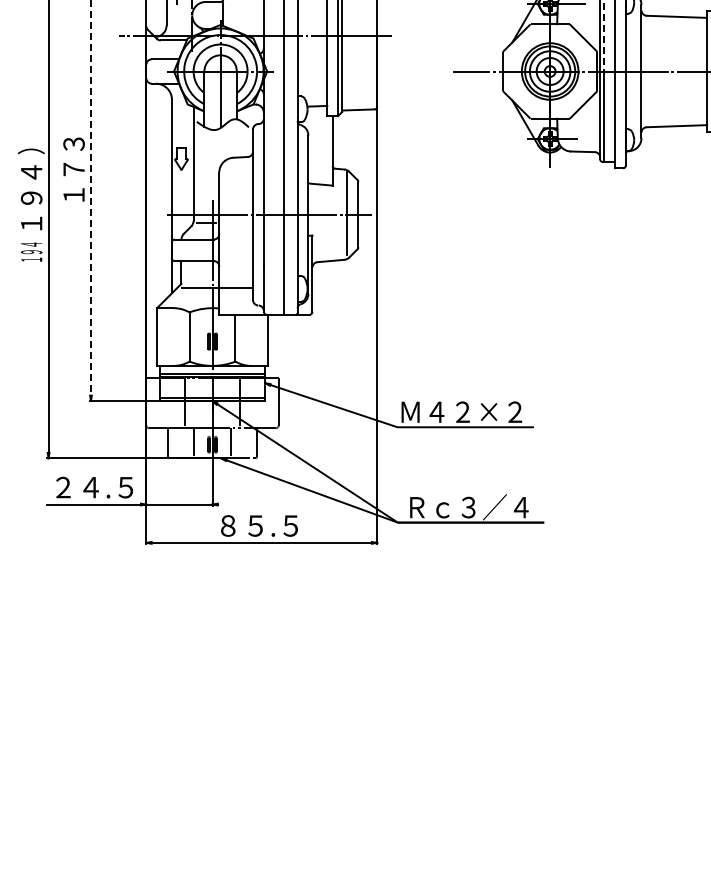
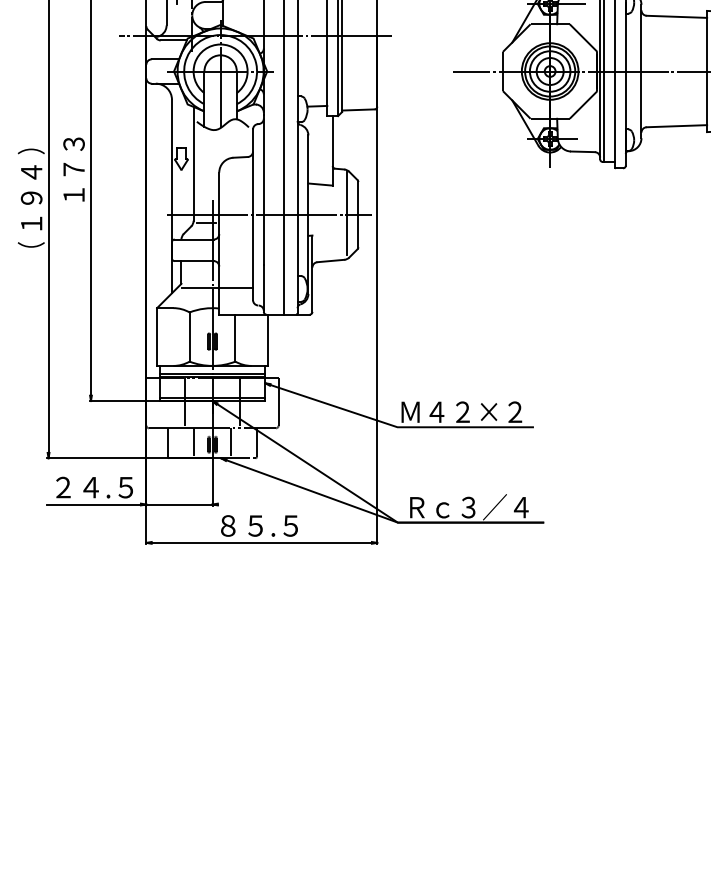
line at (604, 36): dashed -> solid
line at (90, 201): dashed -> solid
text at (30, 251): １９４ -> （
